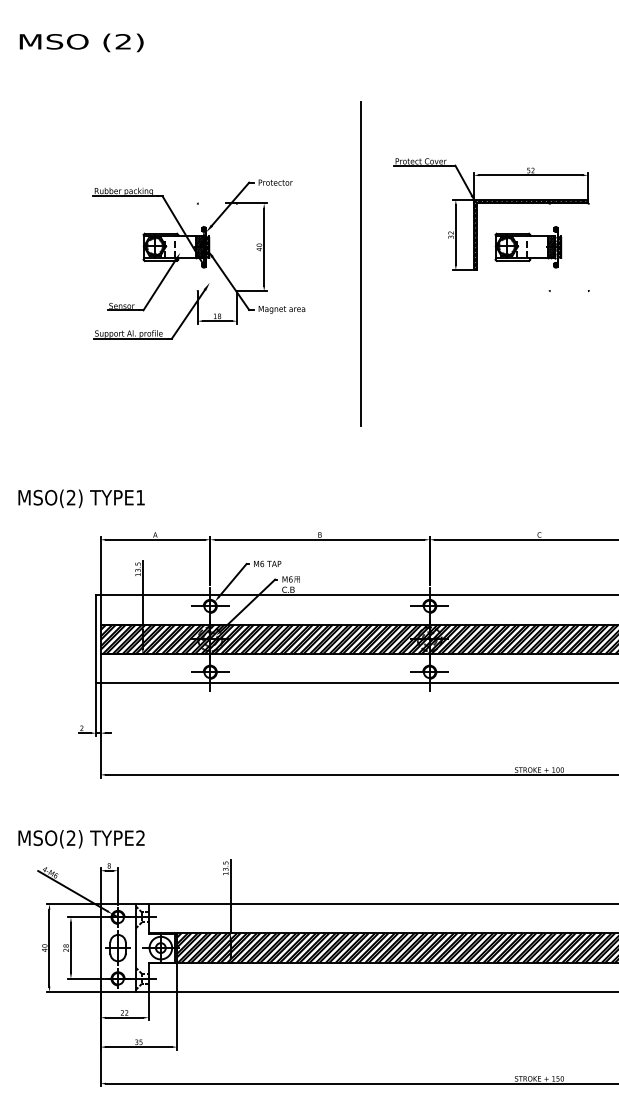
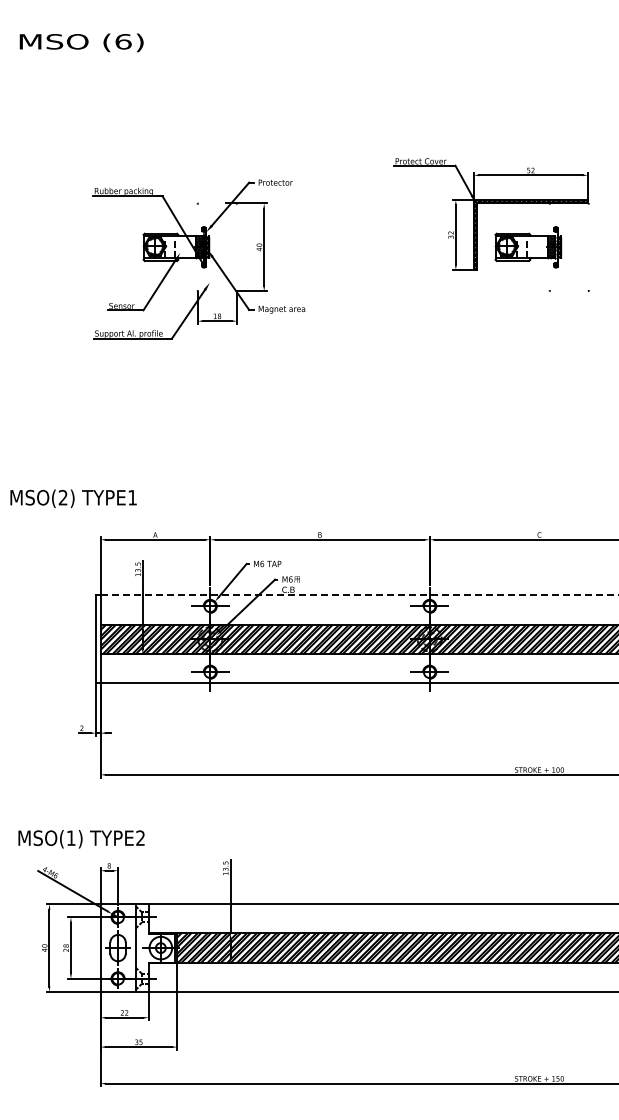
text at (123, 41): (2) -> (6)
line at (360, 264): present -> none
text at (81, 498) position: (81, 498) -> (73, 498)
line at (359, 595): solid -> dashed
text at (70, 837): MSO(2) -> MSO(1)
